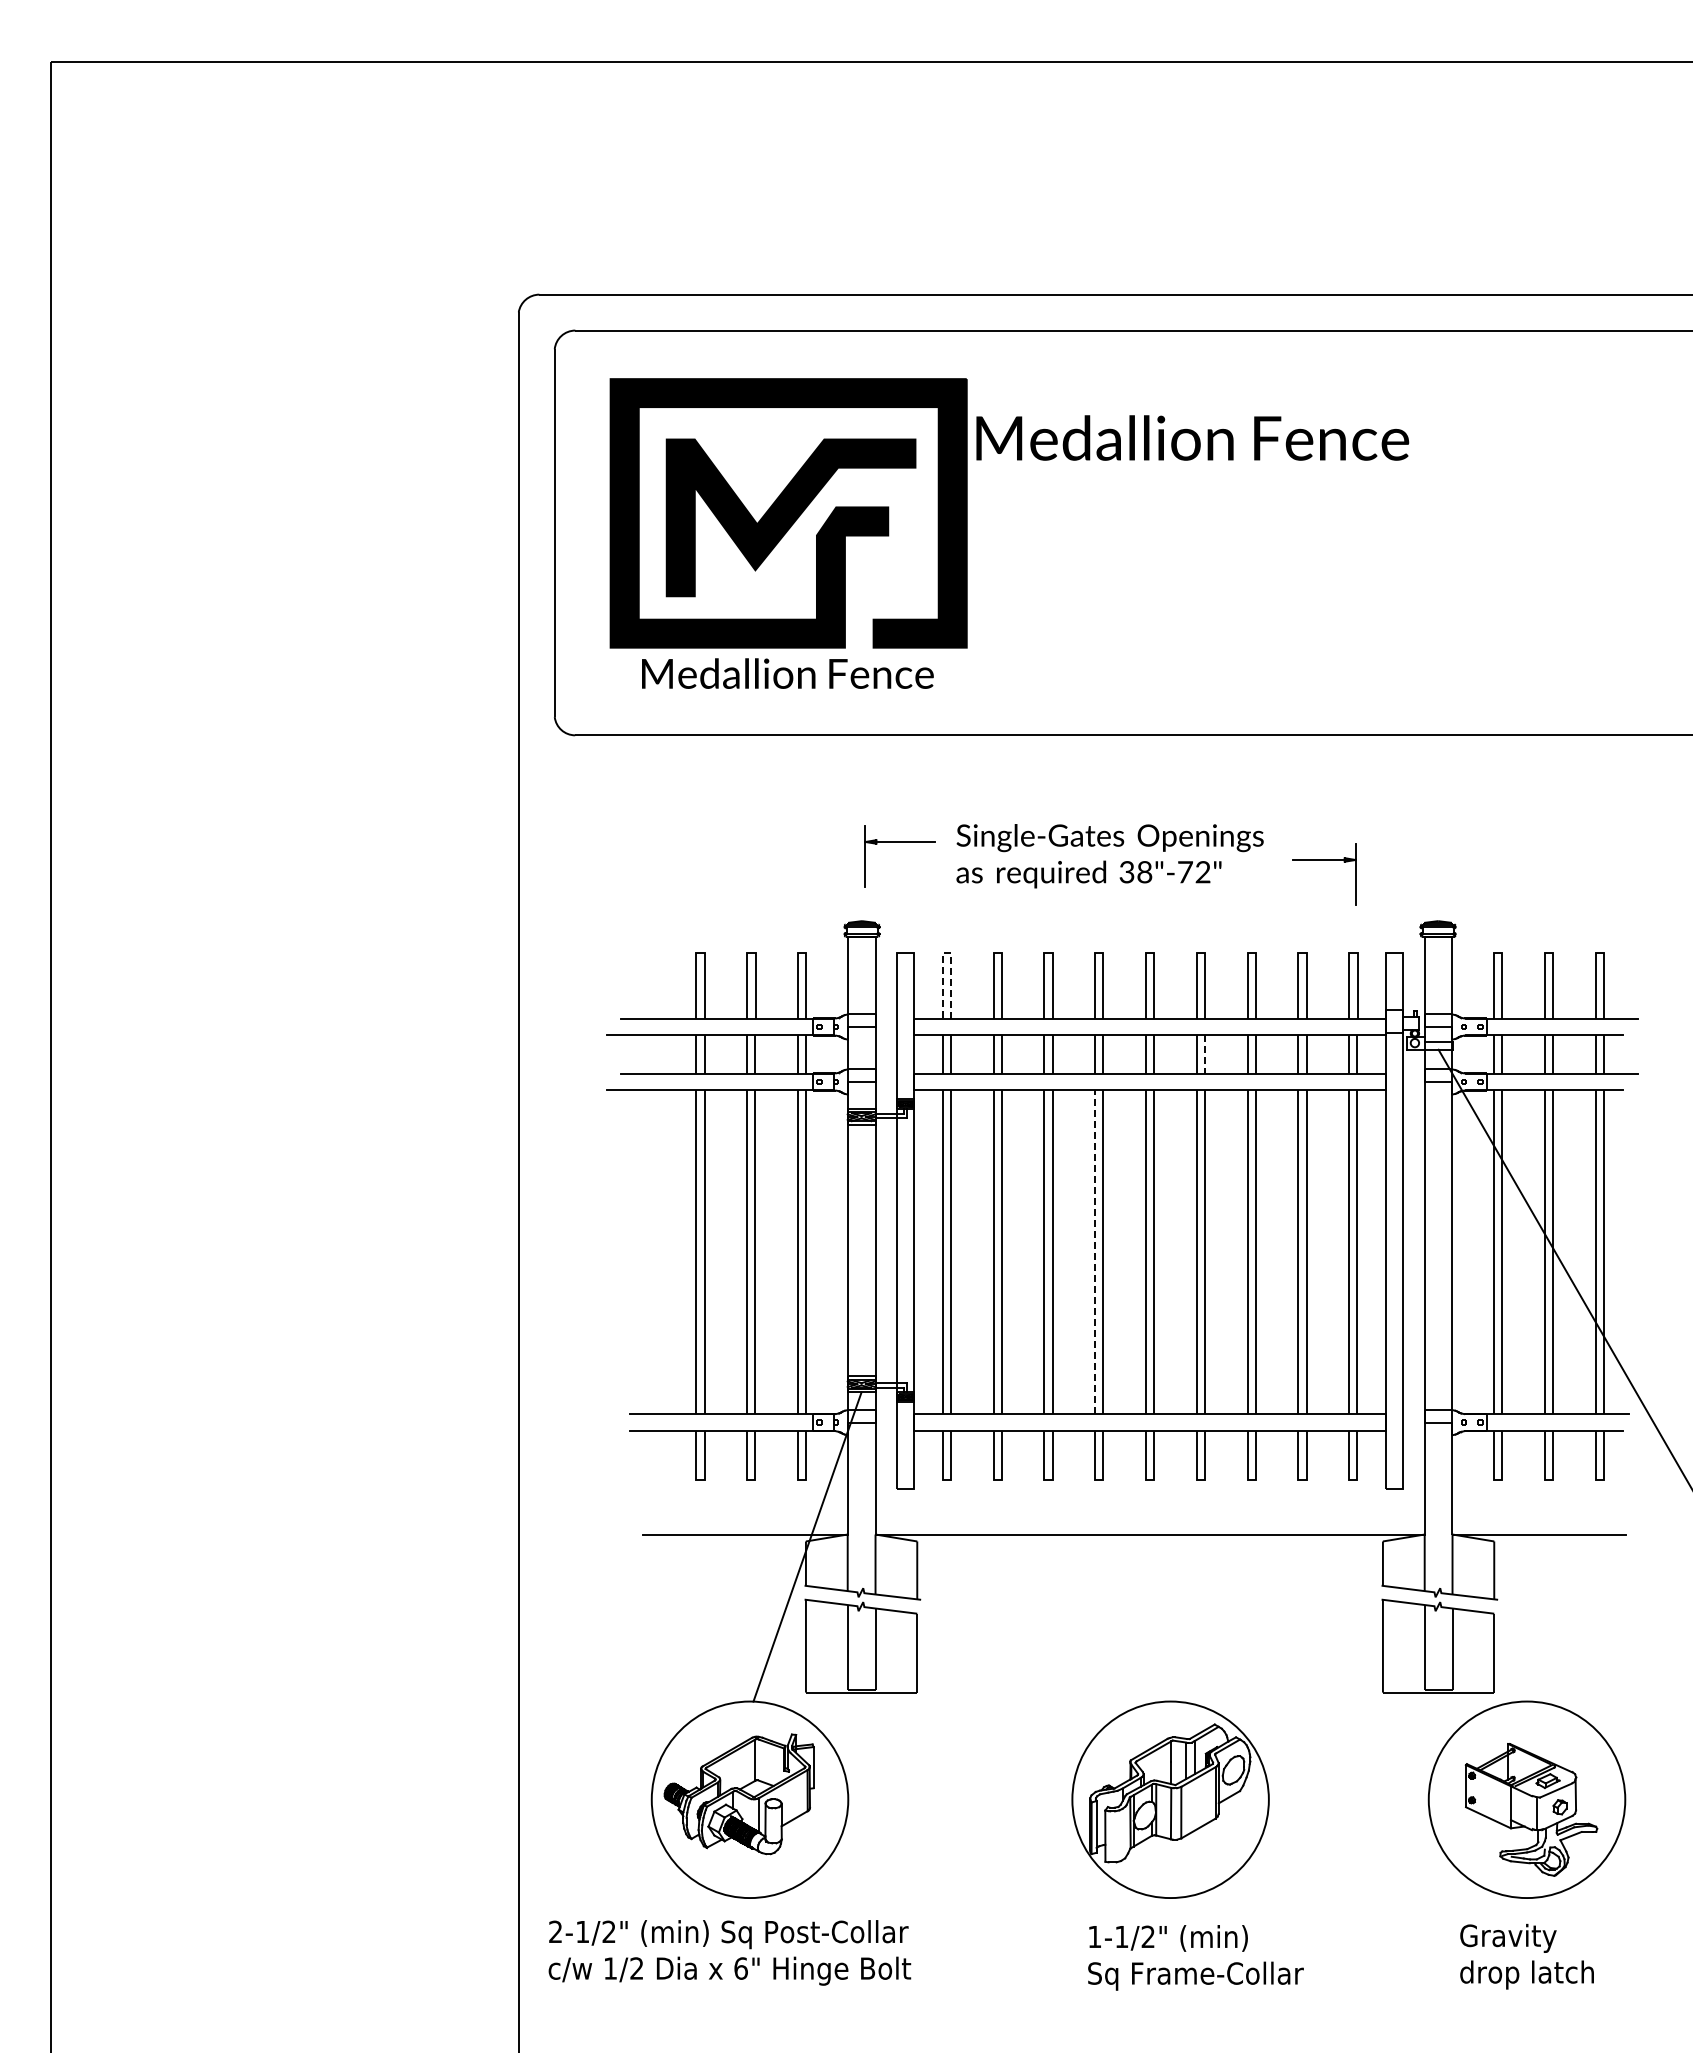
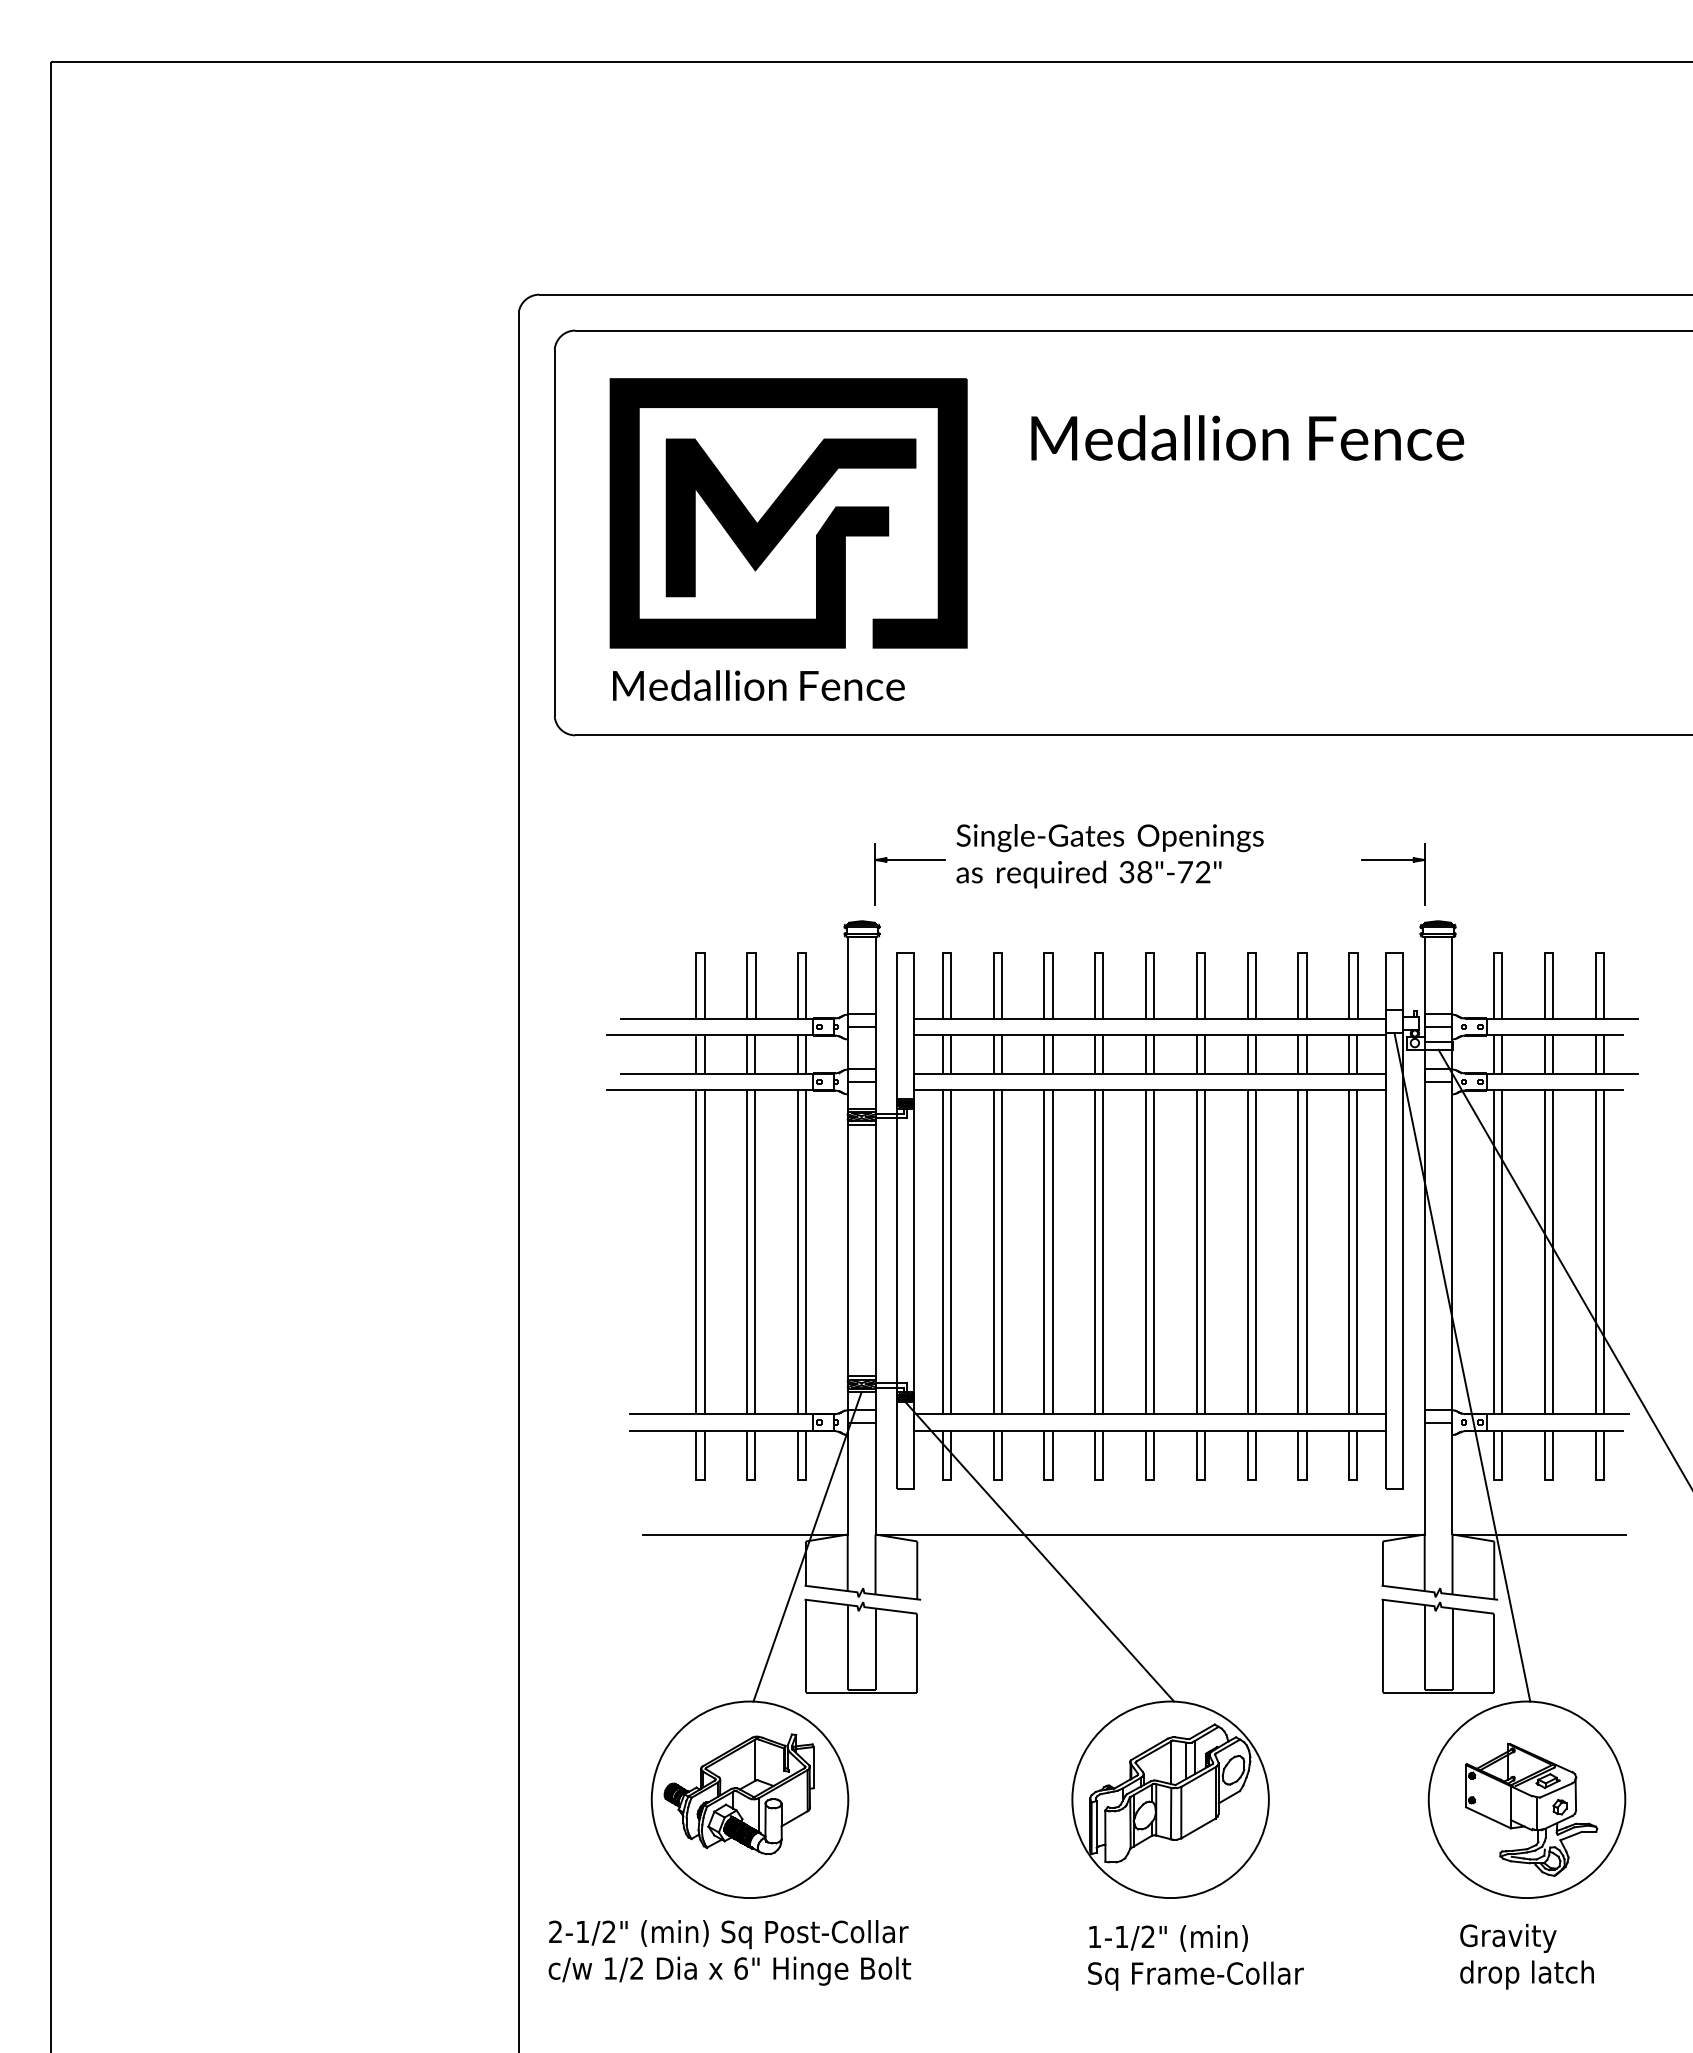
text at (1192, 437) position: (1192, 437) -> (1247, 437)
text at (787, 673) position: (787, 673) -> (758, 685)
part at (899, 842) position: (899, 842) -> (909, 860)
part at (1324, 860) position: (1324, 860) -> (1393, 860)
line at (946, 952): dashed -> solid
line at (1205, 1054): dashed -> solid
line at (1095, 1251): dashed -> solid
line at (1462, 1367): none -> present
line at (1039, 1551): none -> present
